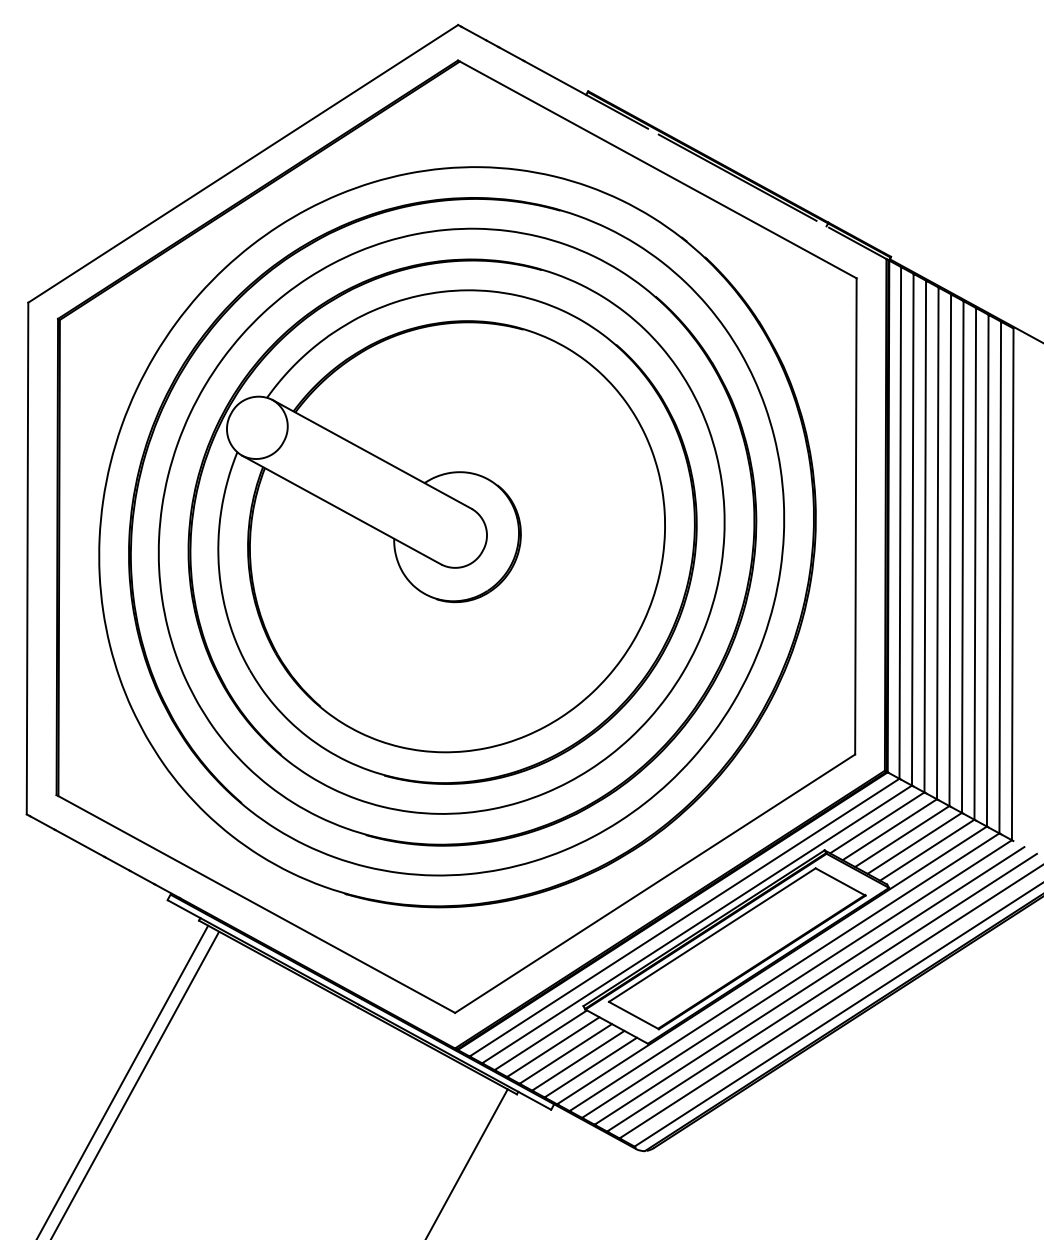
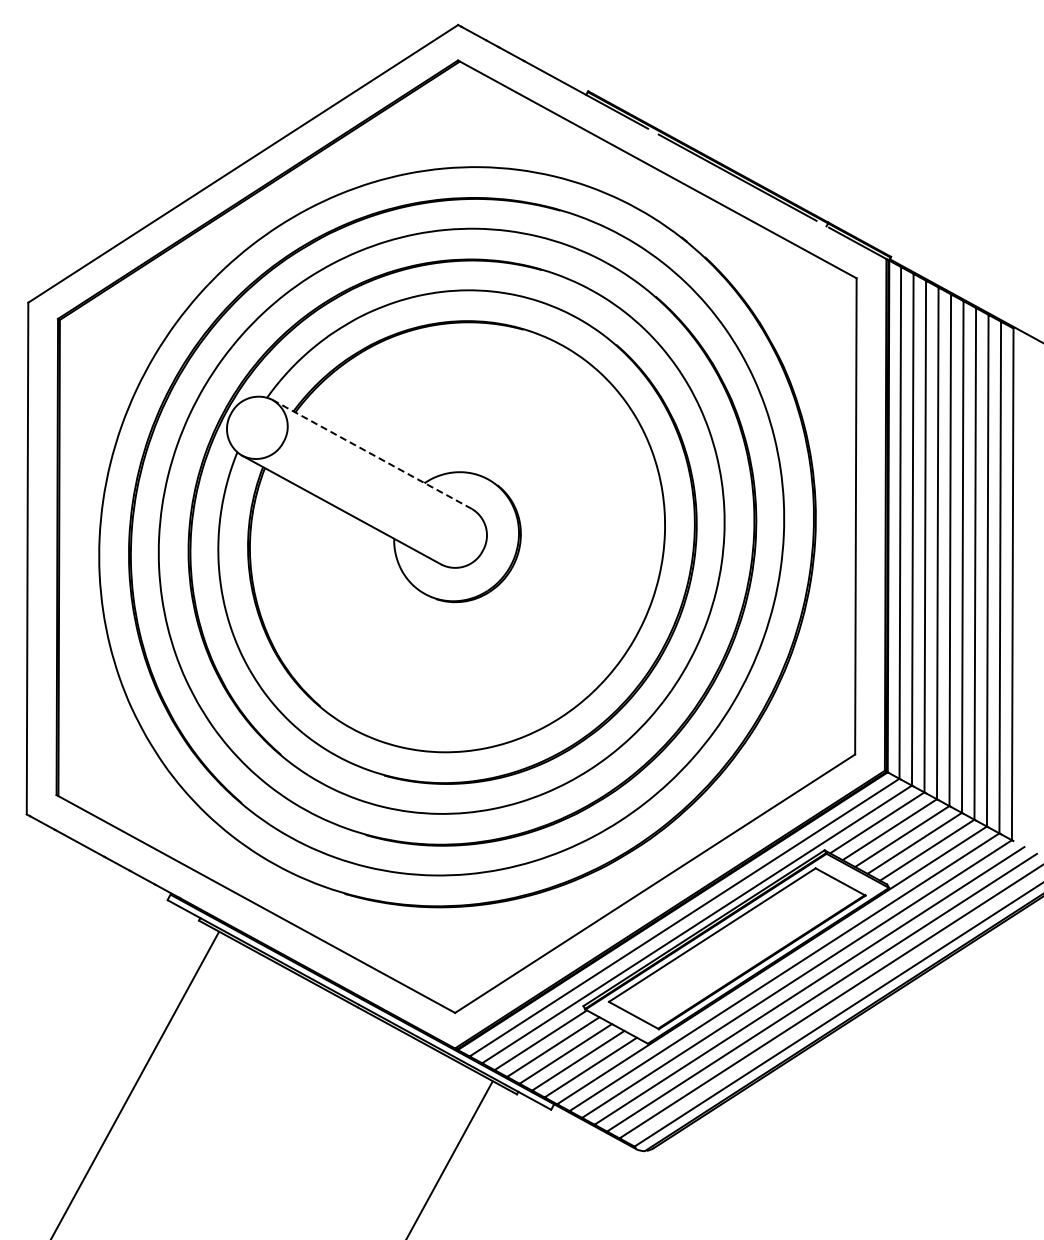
line at (372, 454): solid -> dashed
line at (123, 1080): present -> none
line at (467, 1162) position: (467, 1162) -> (449, 1158)
